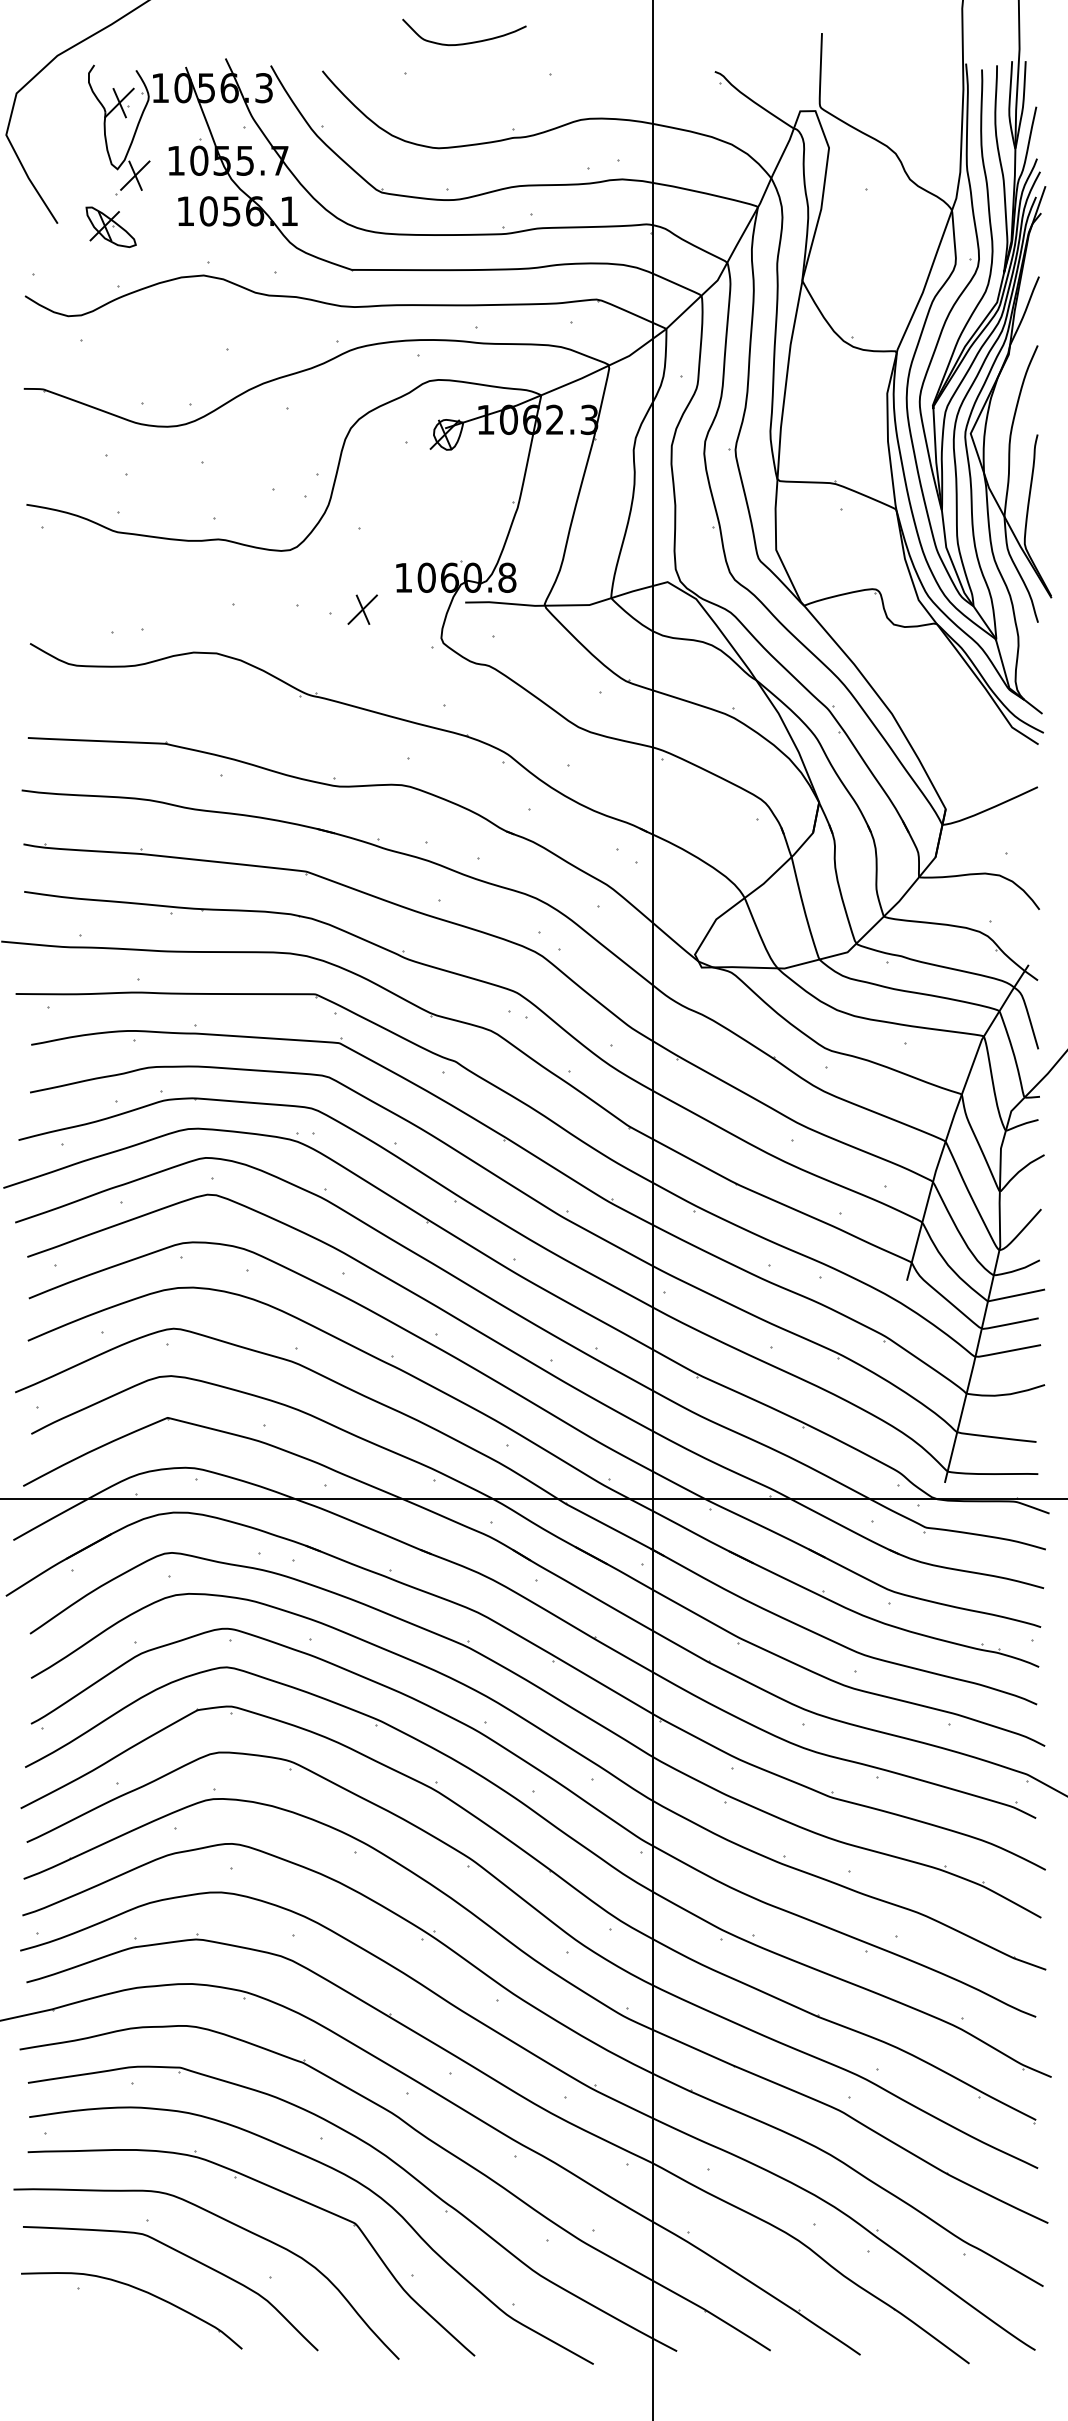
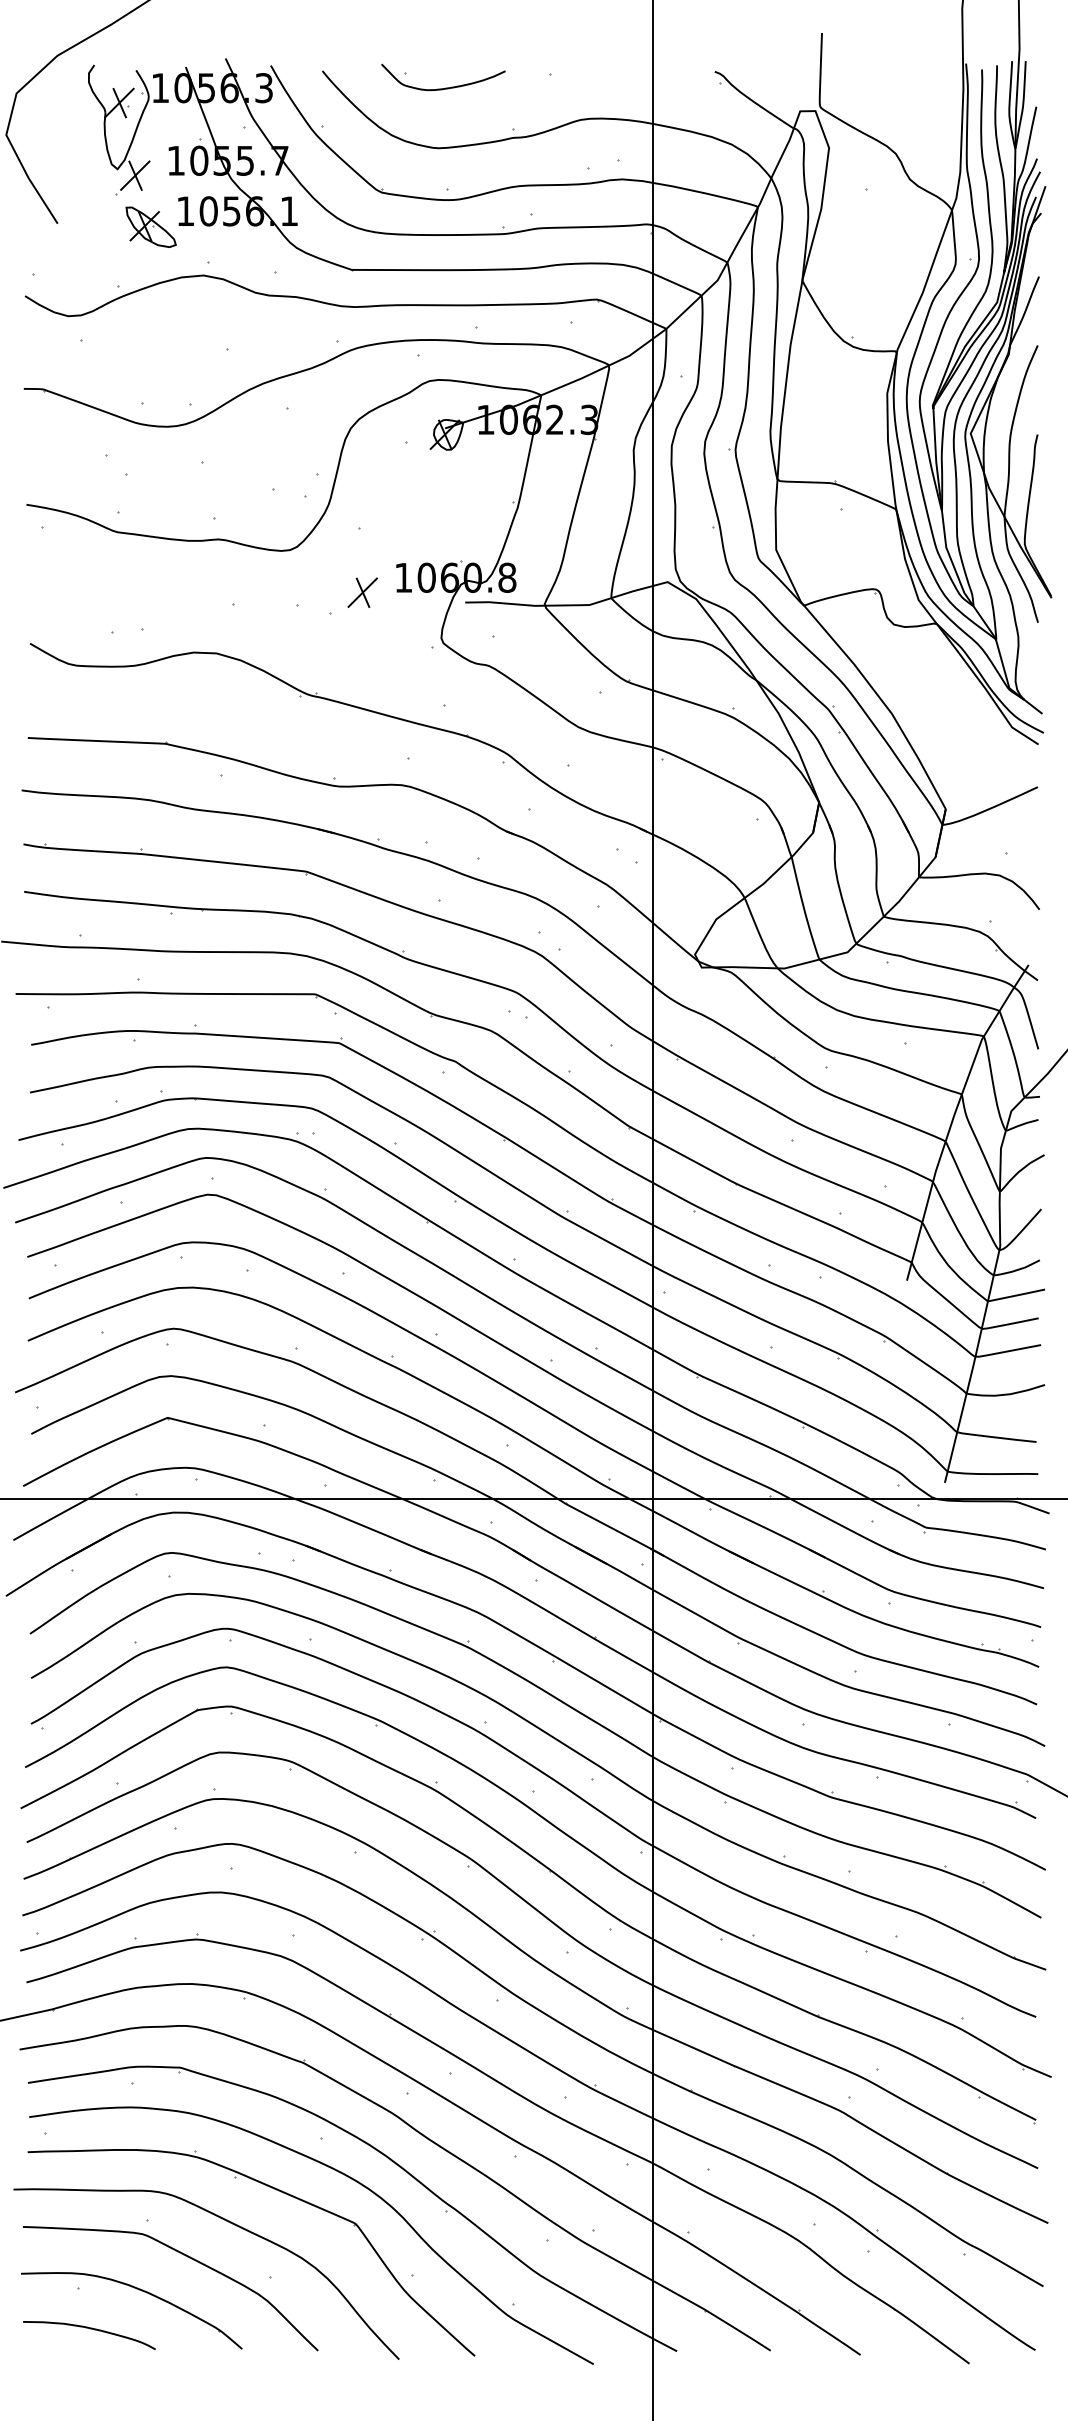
curve at (466, 42) position: (466, 42) -> (445, 87)
part at (110, 226) position: (110, 226) -> (150, 226)
part at (362, 609) position: (362, 609) -> (362, 592)
curve at (90, 2329): none -> present
